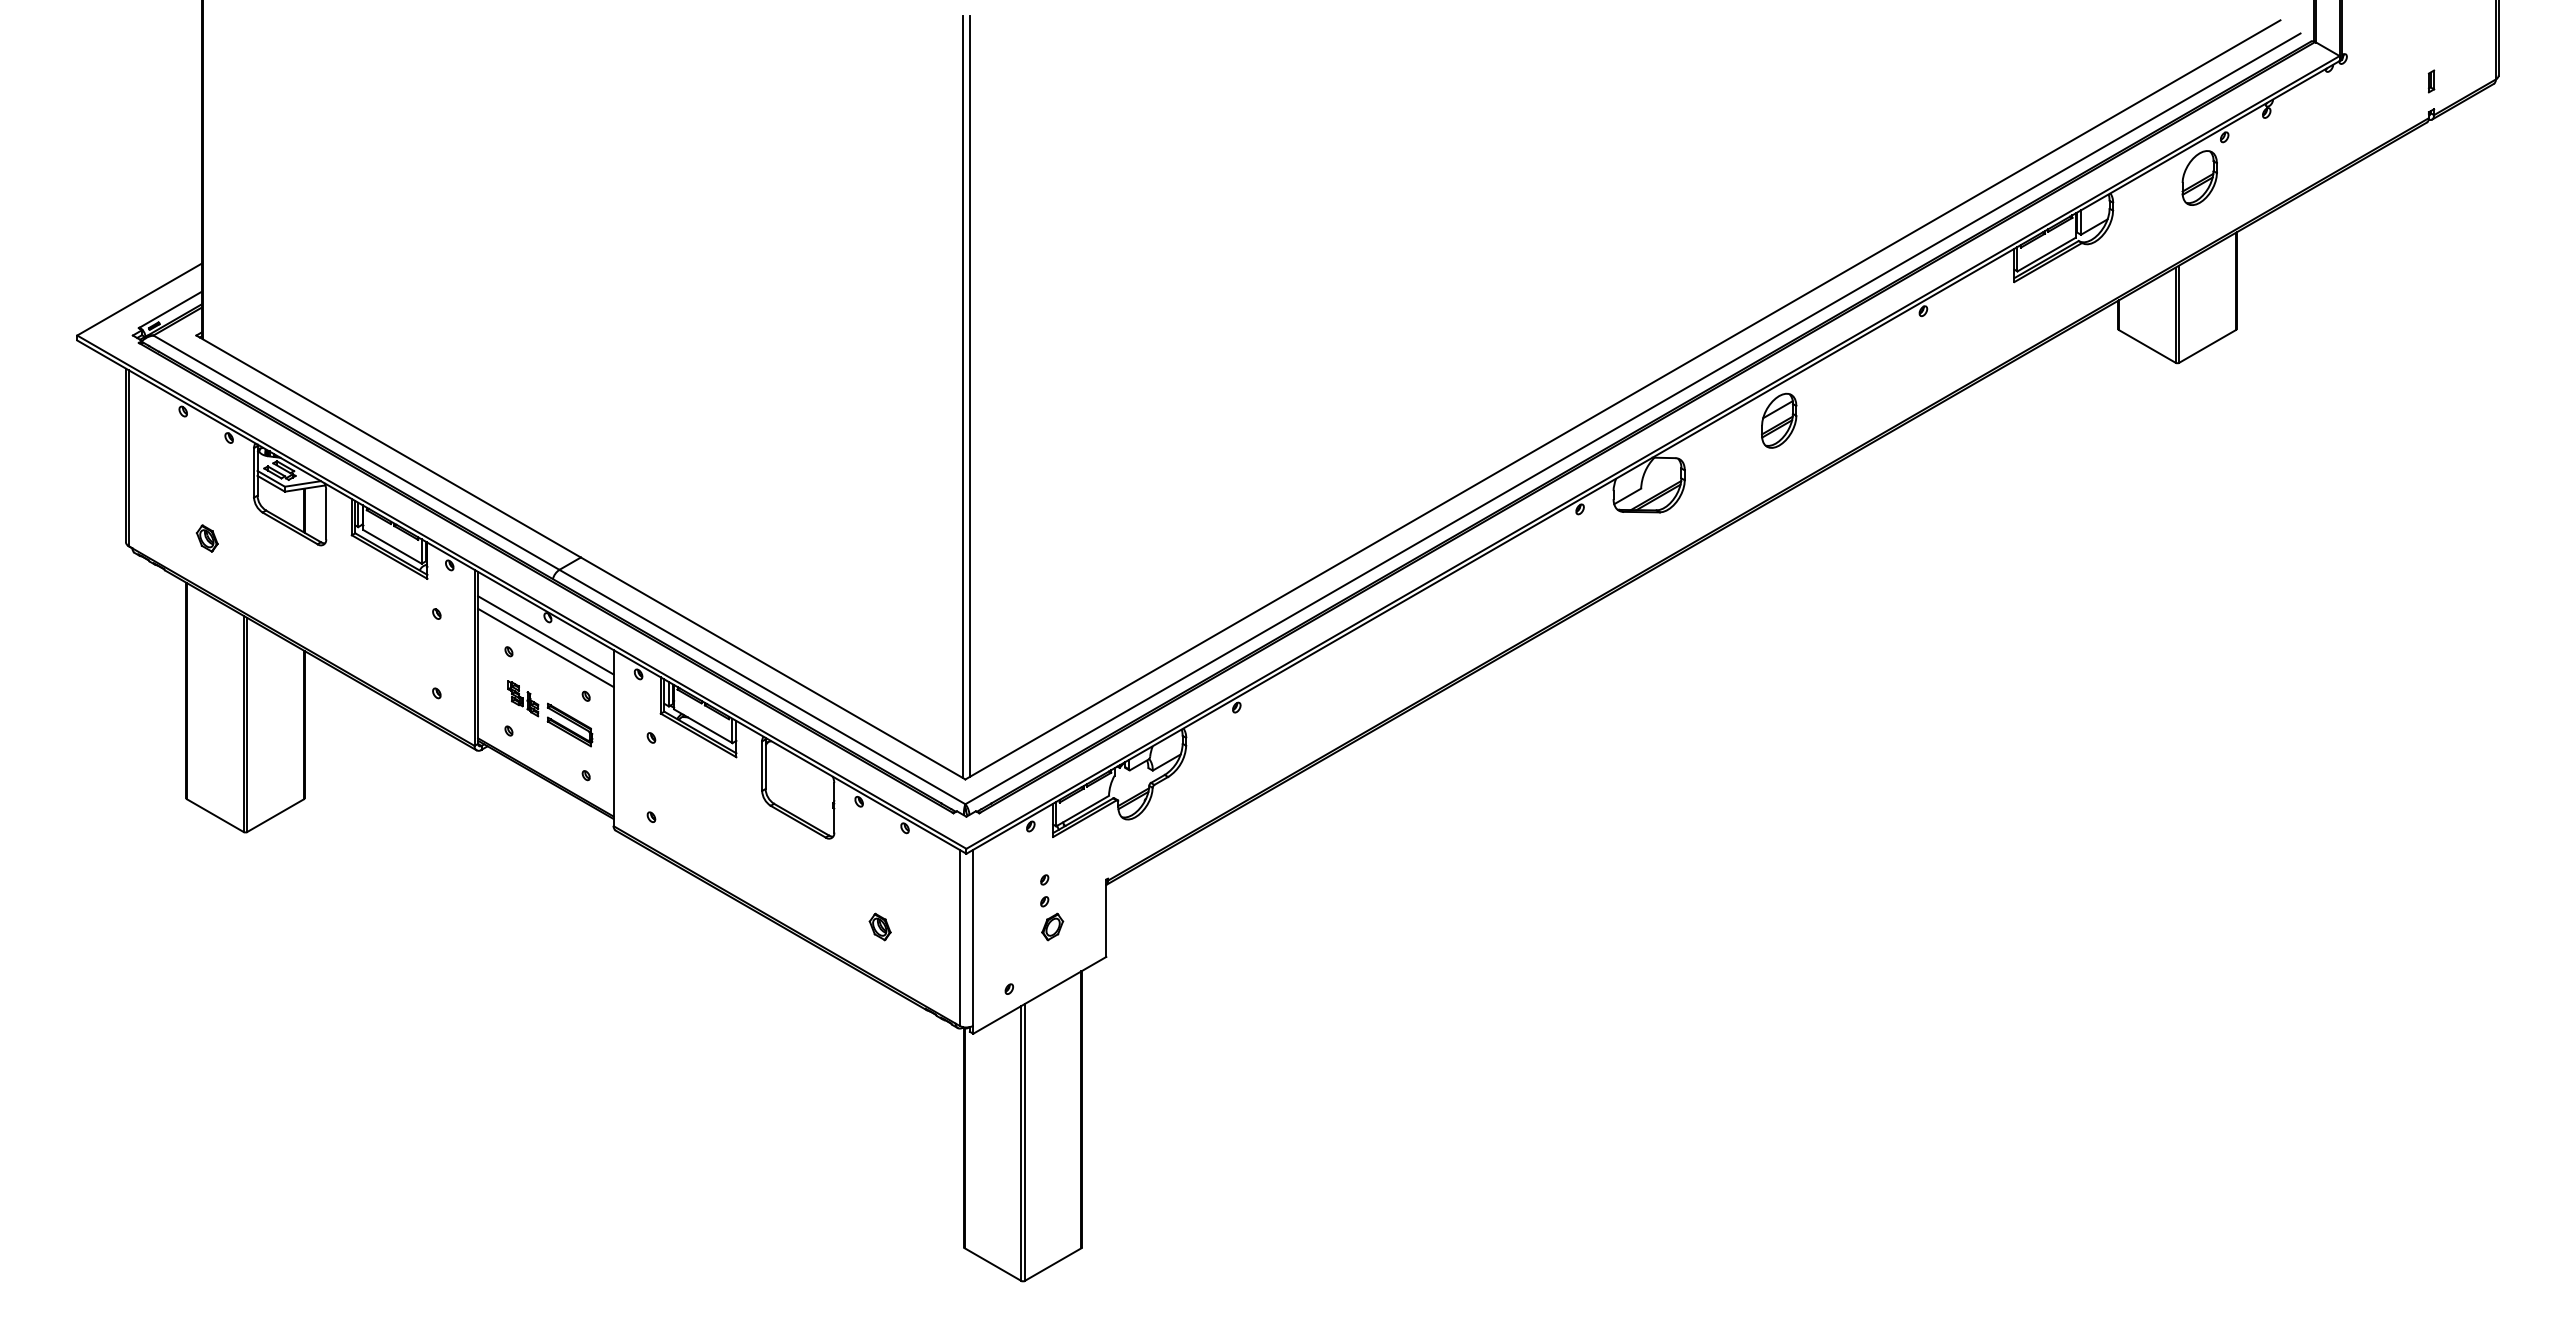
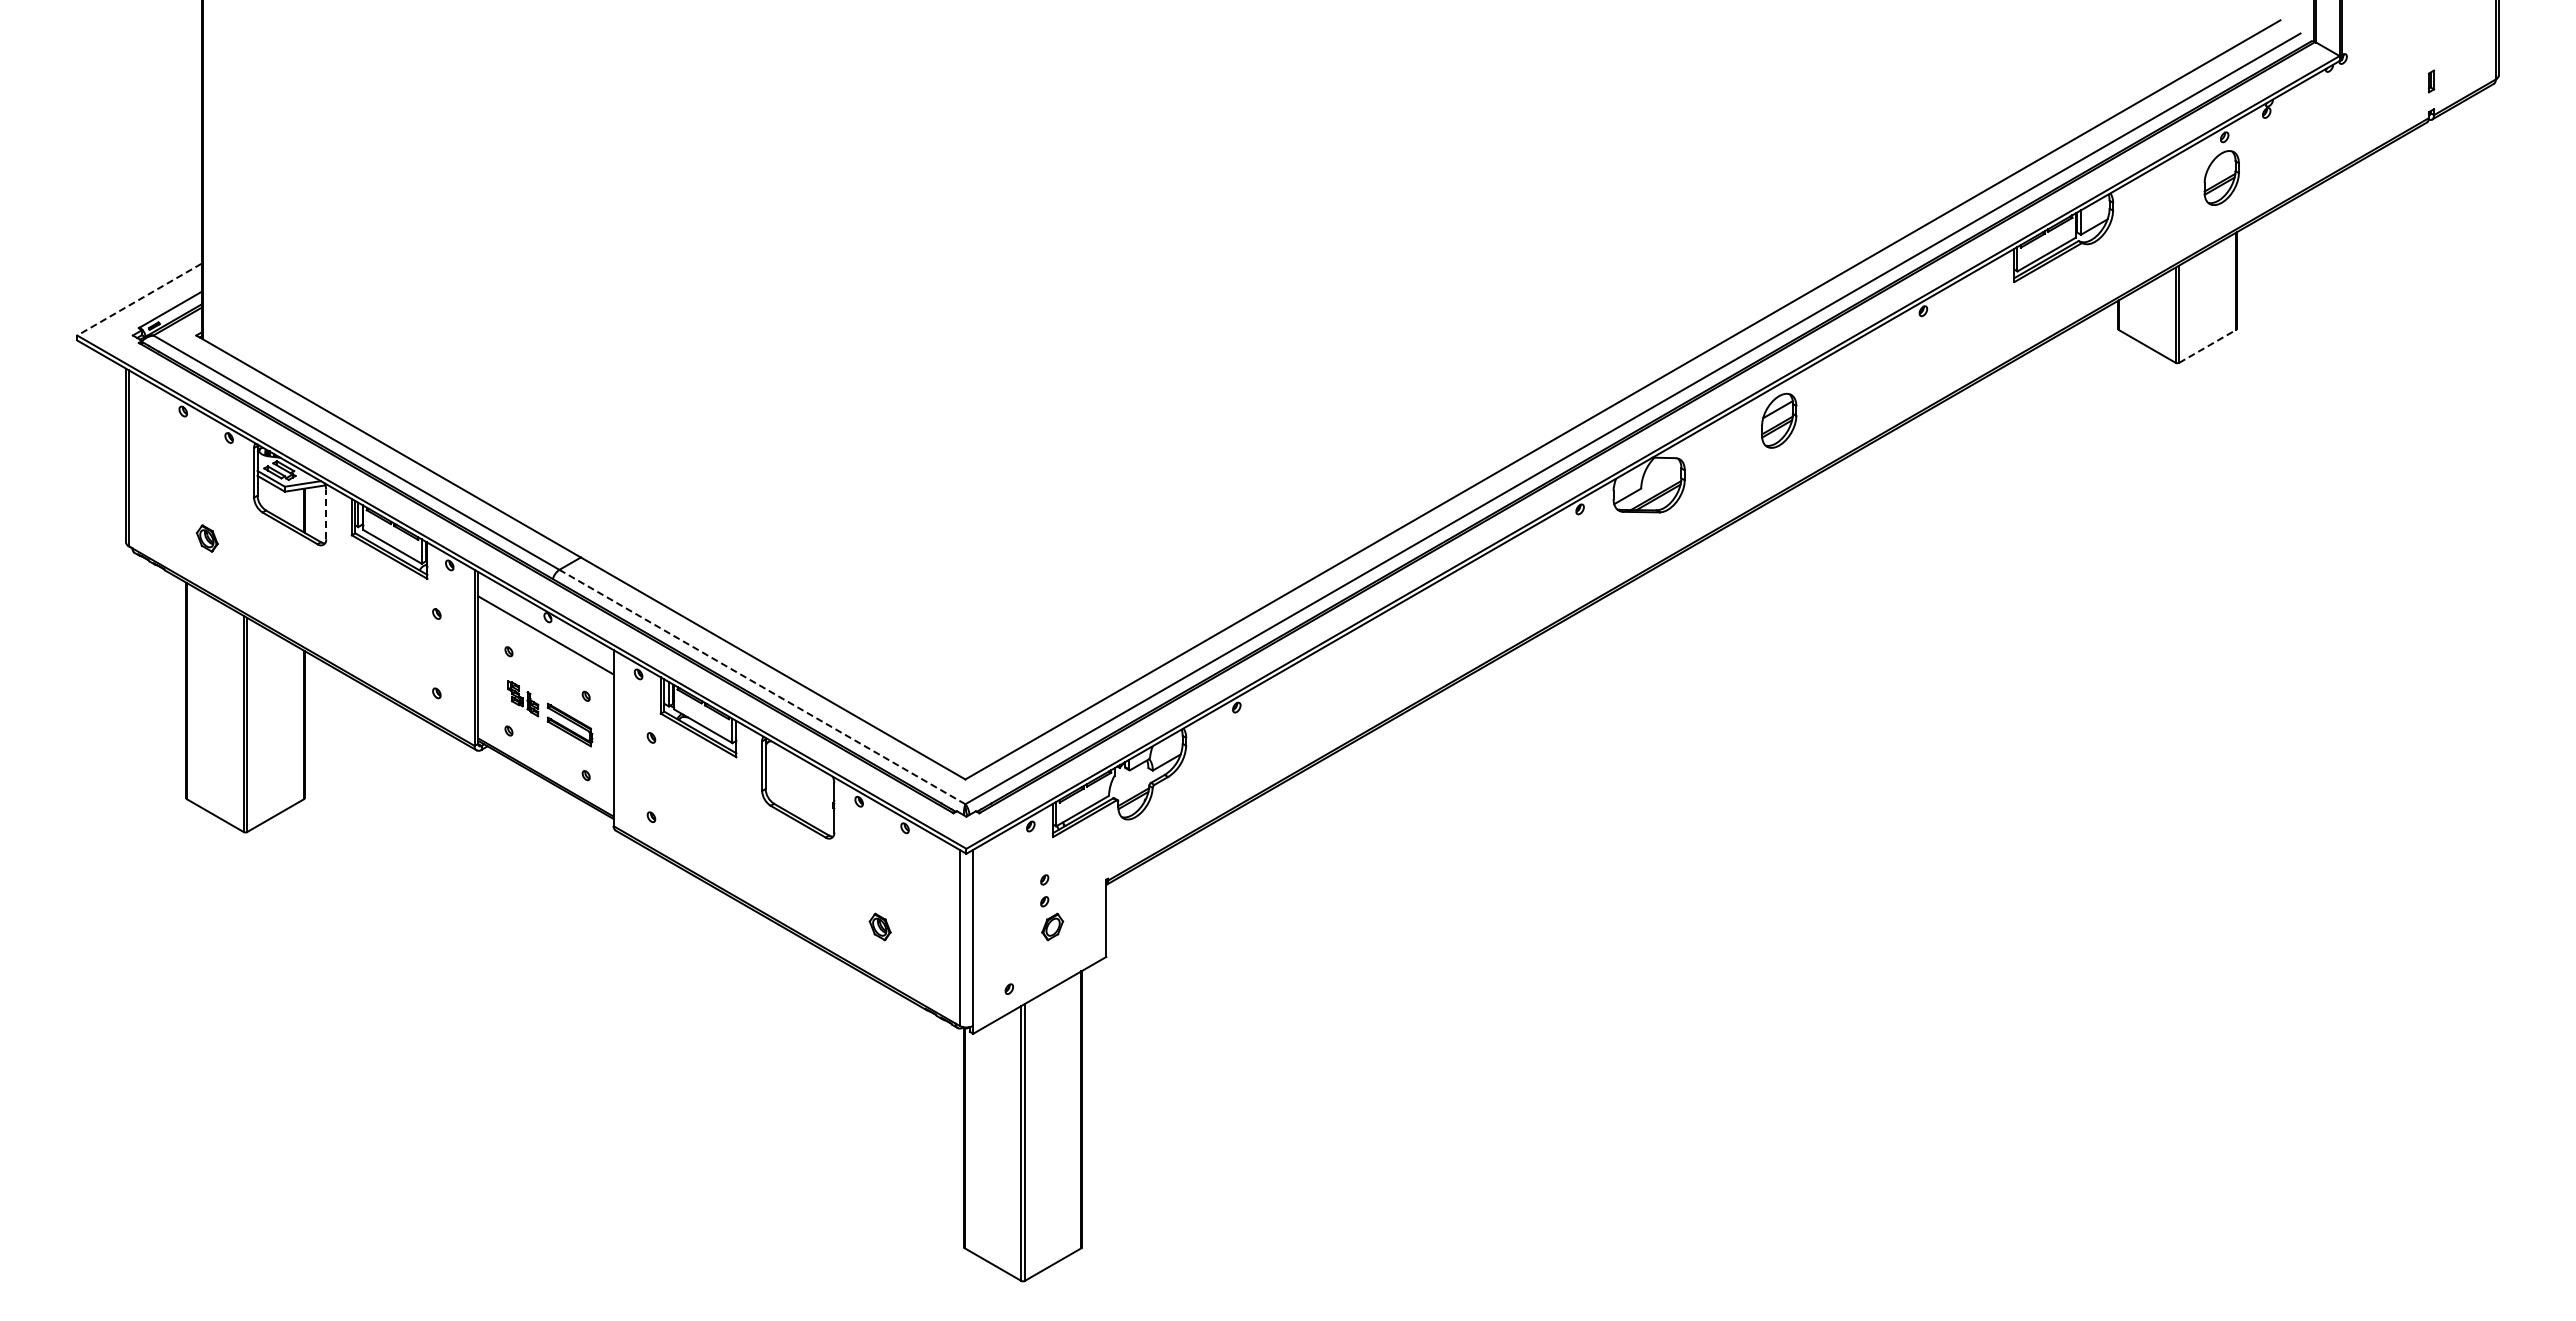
part at (2199, 177) position: (2199, 177) -> (2221, 177)
line at (139, 299): solid -> dashed
line at (2207, 346): solid -> dashed
line at (969, 396): present -> none
line at (963, 397): present -> none
line at (326, 514): solid -> dashed
line at (545, 647): present -> none
line at (762, 686): solid -> dashed
